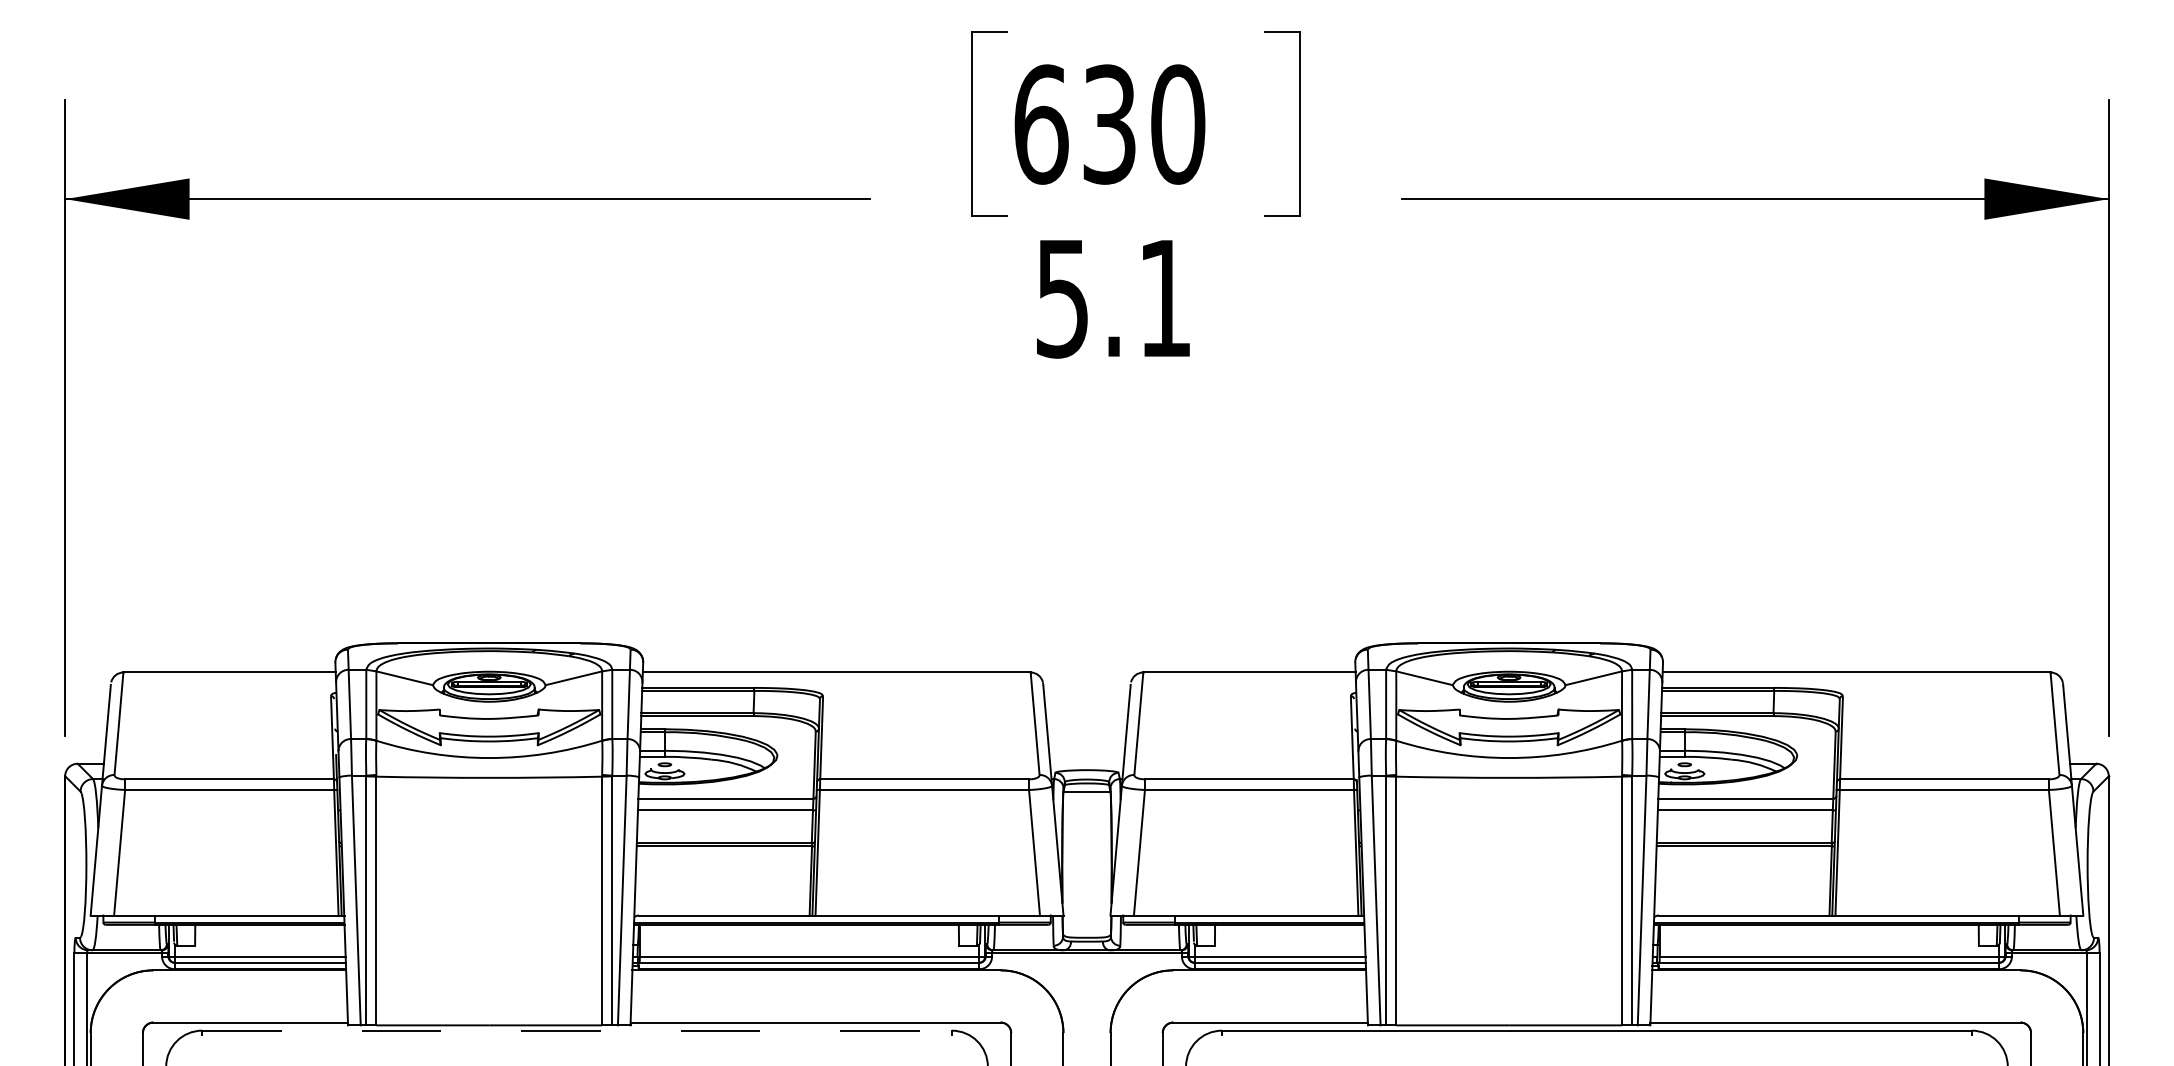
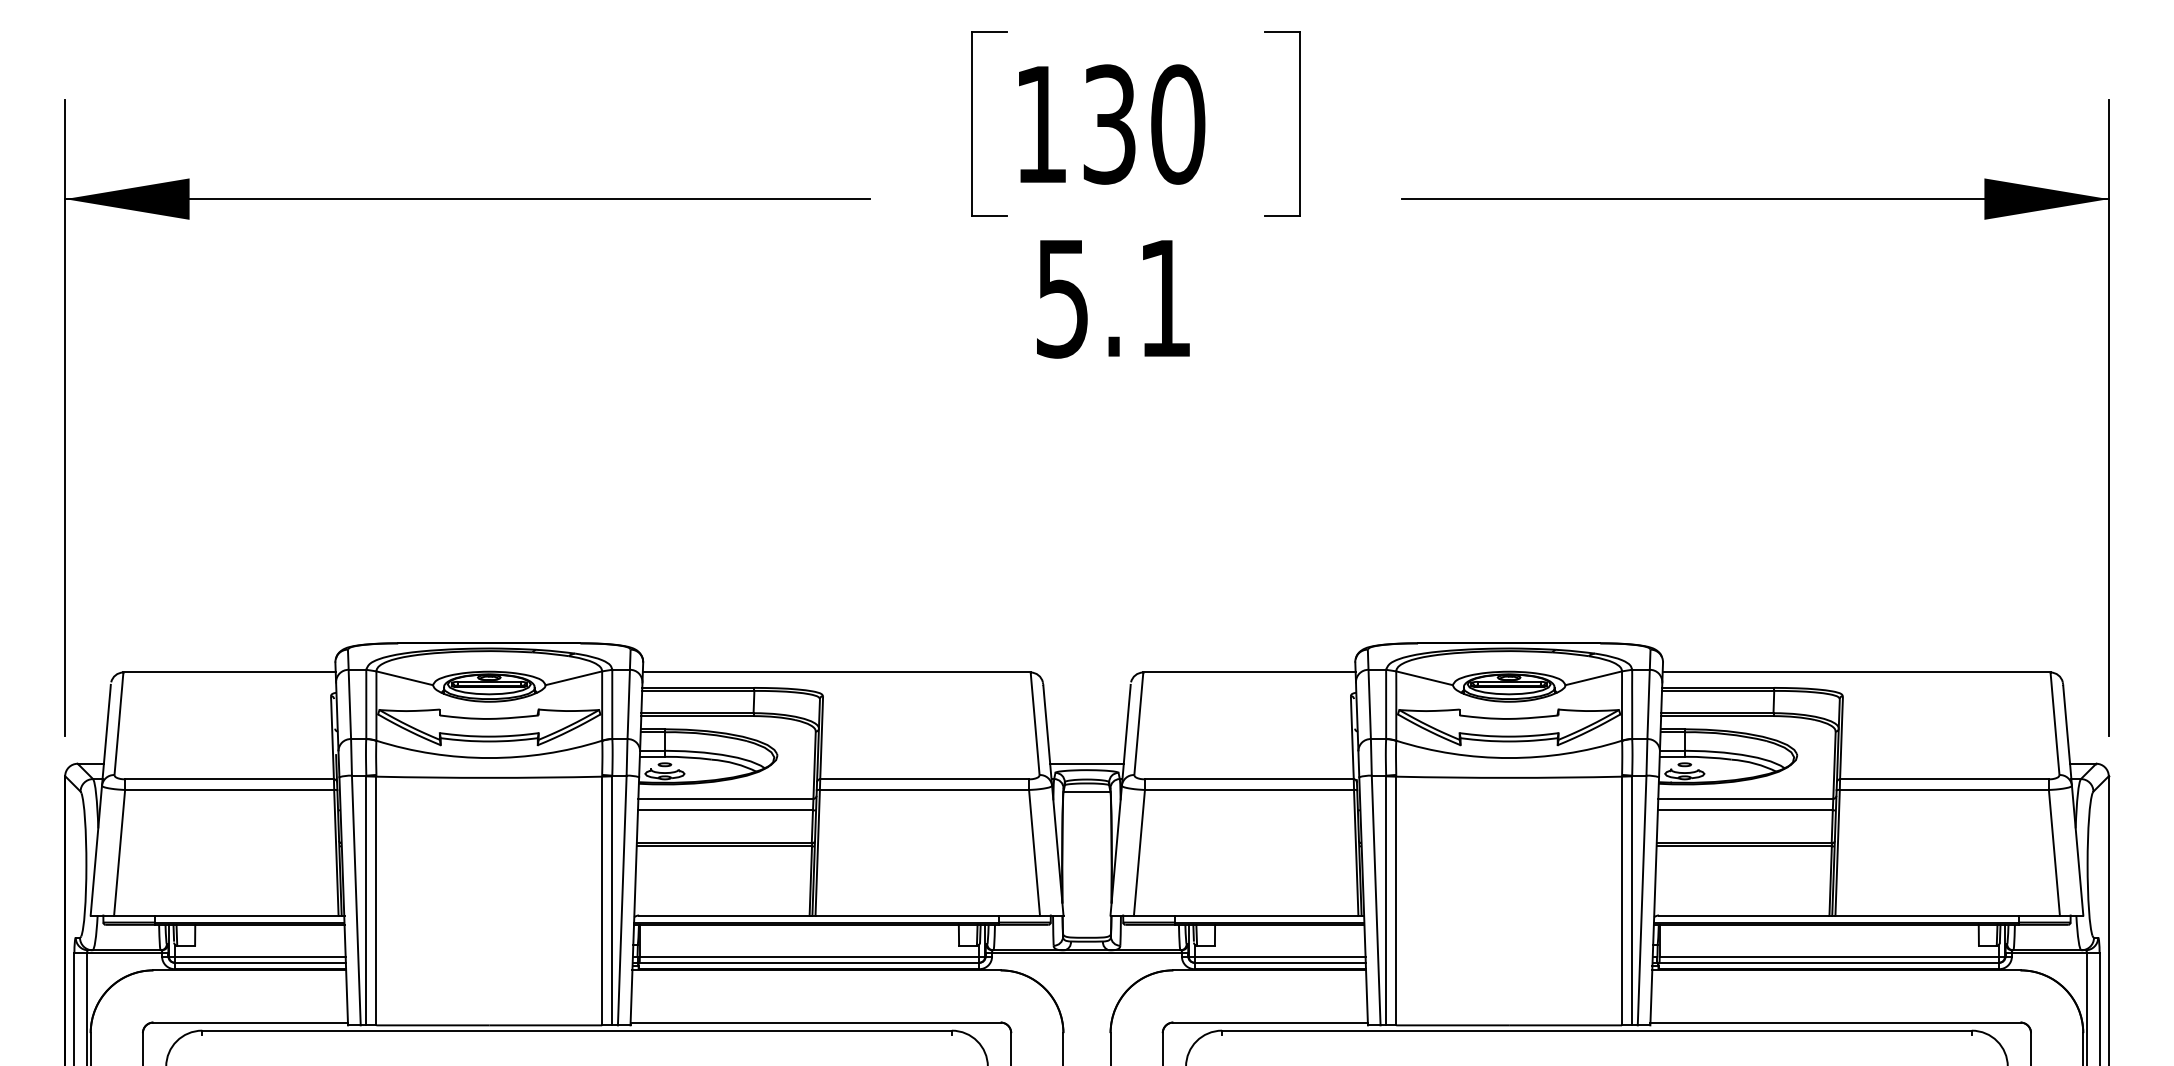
text at (1041, 124): 630 -> 130
line at (1086, 763): none -> present
line at (577, 1030): dashed -> solid
